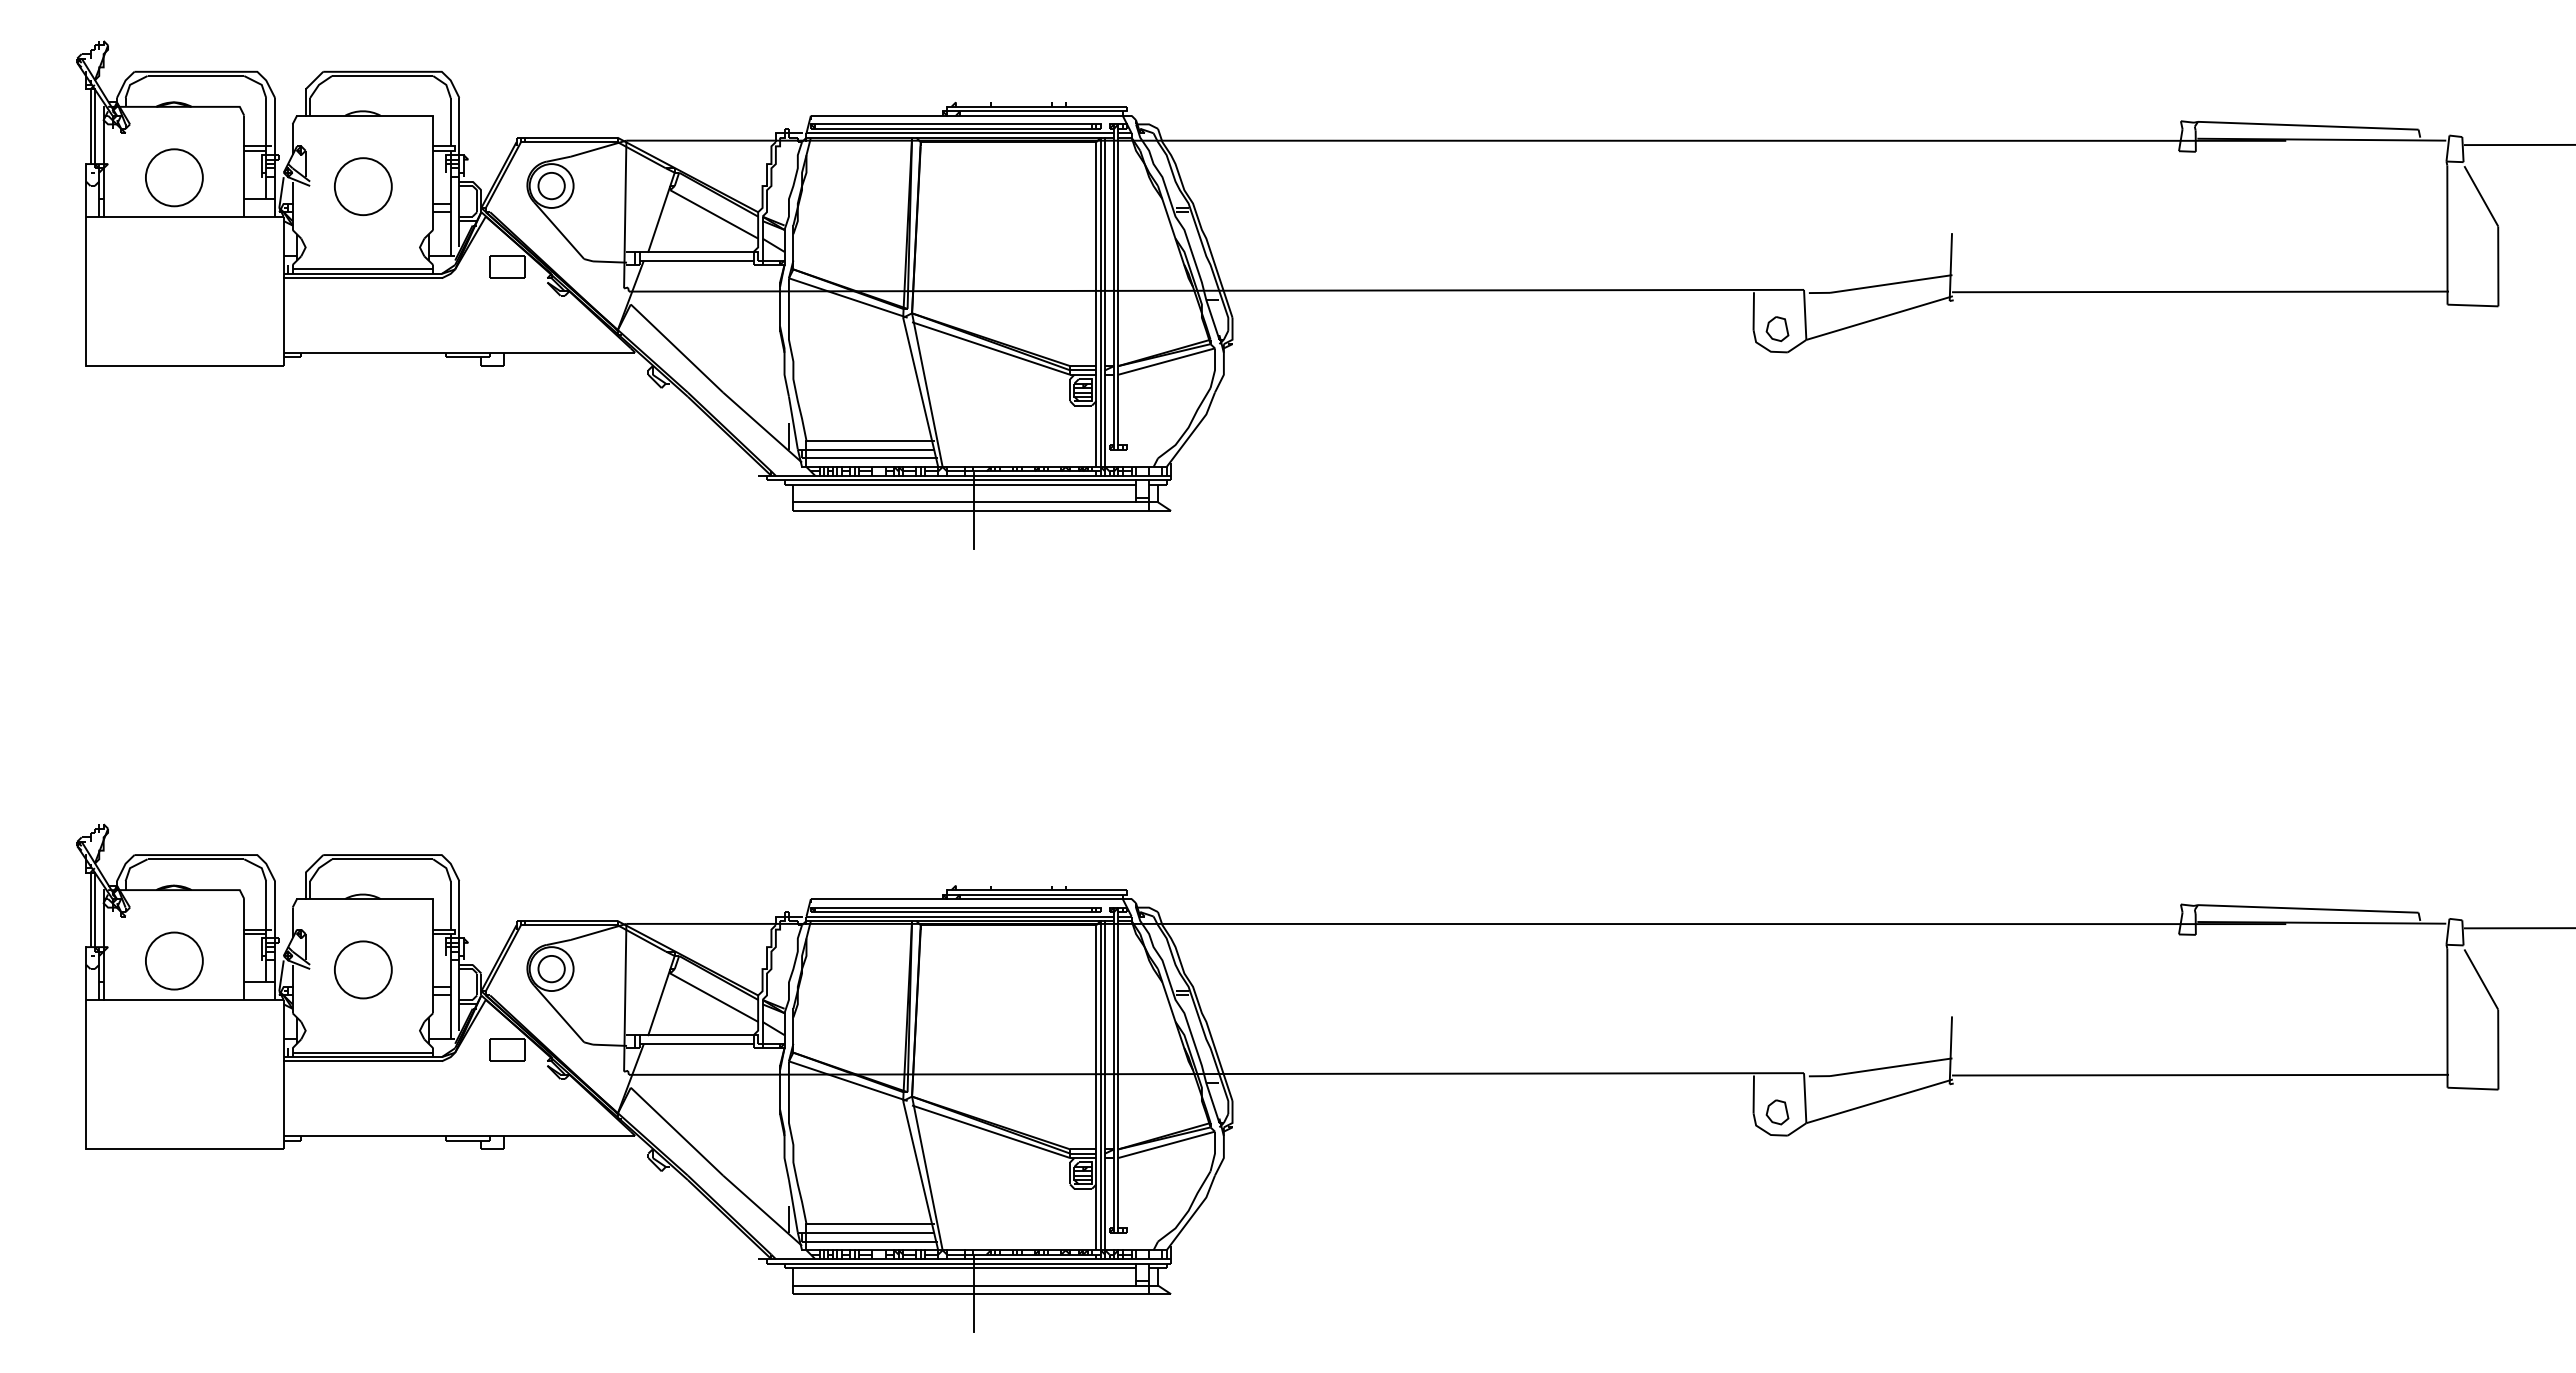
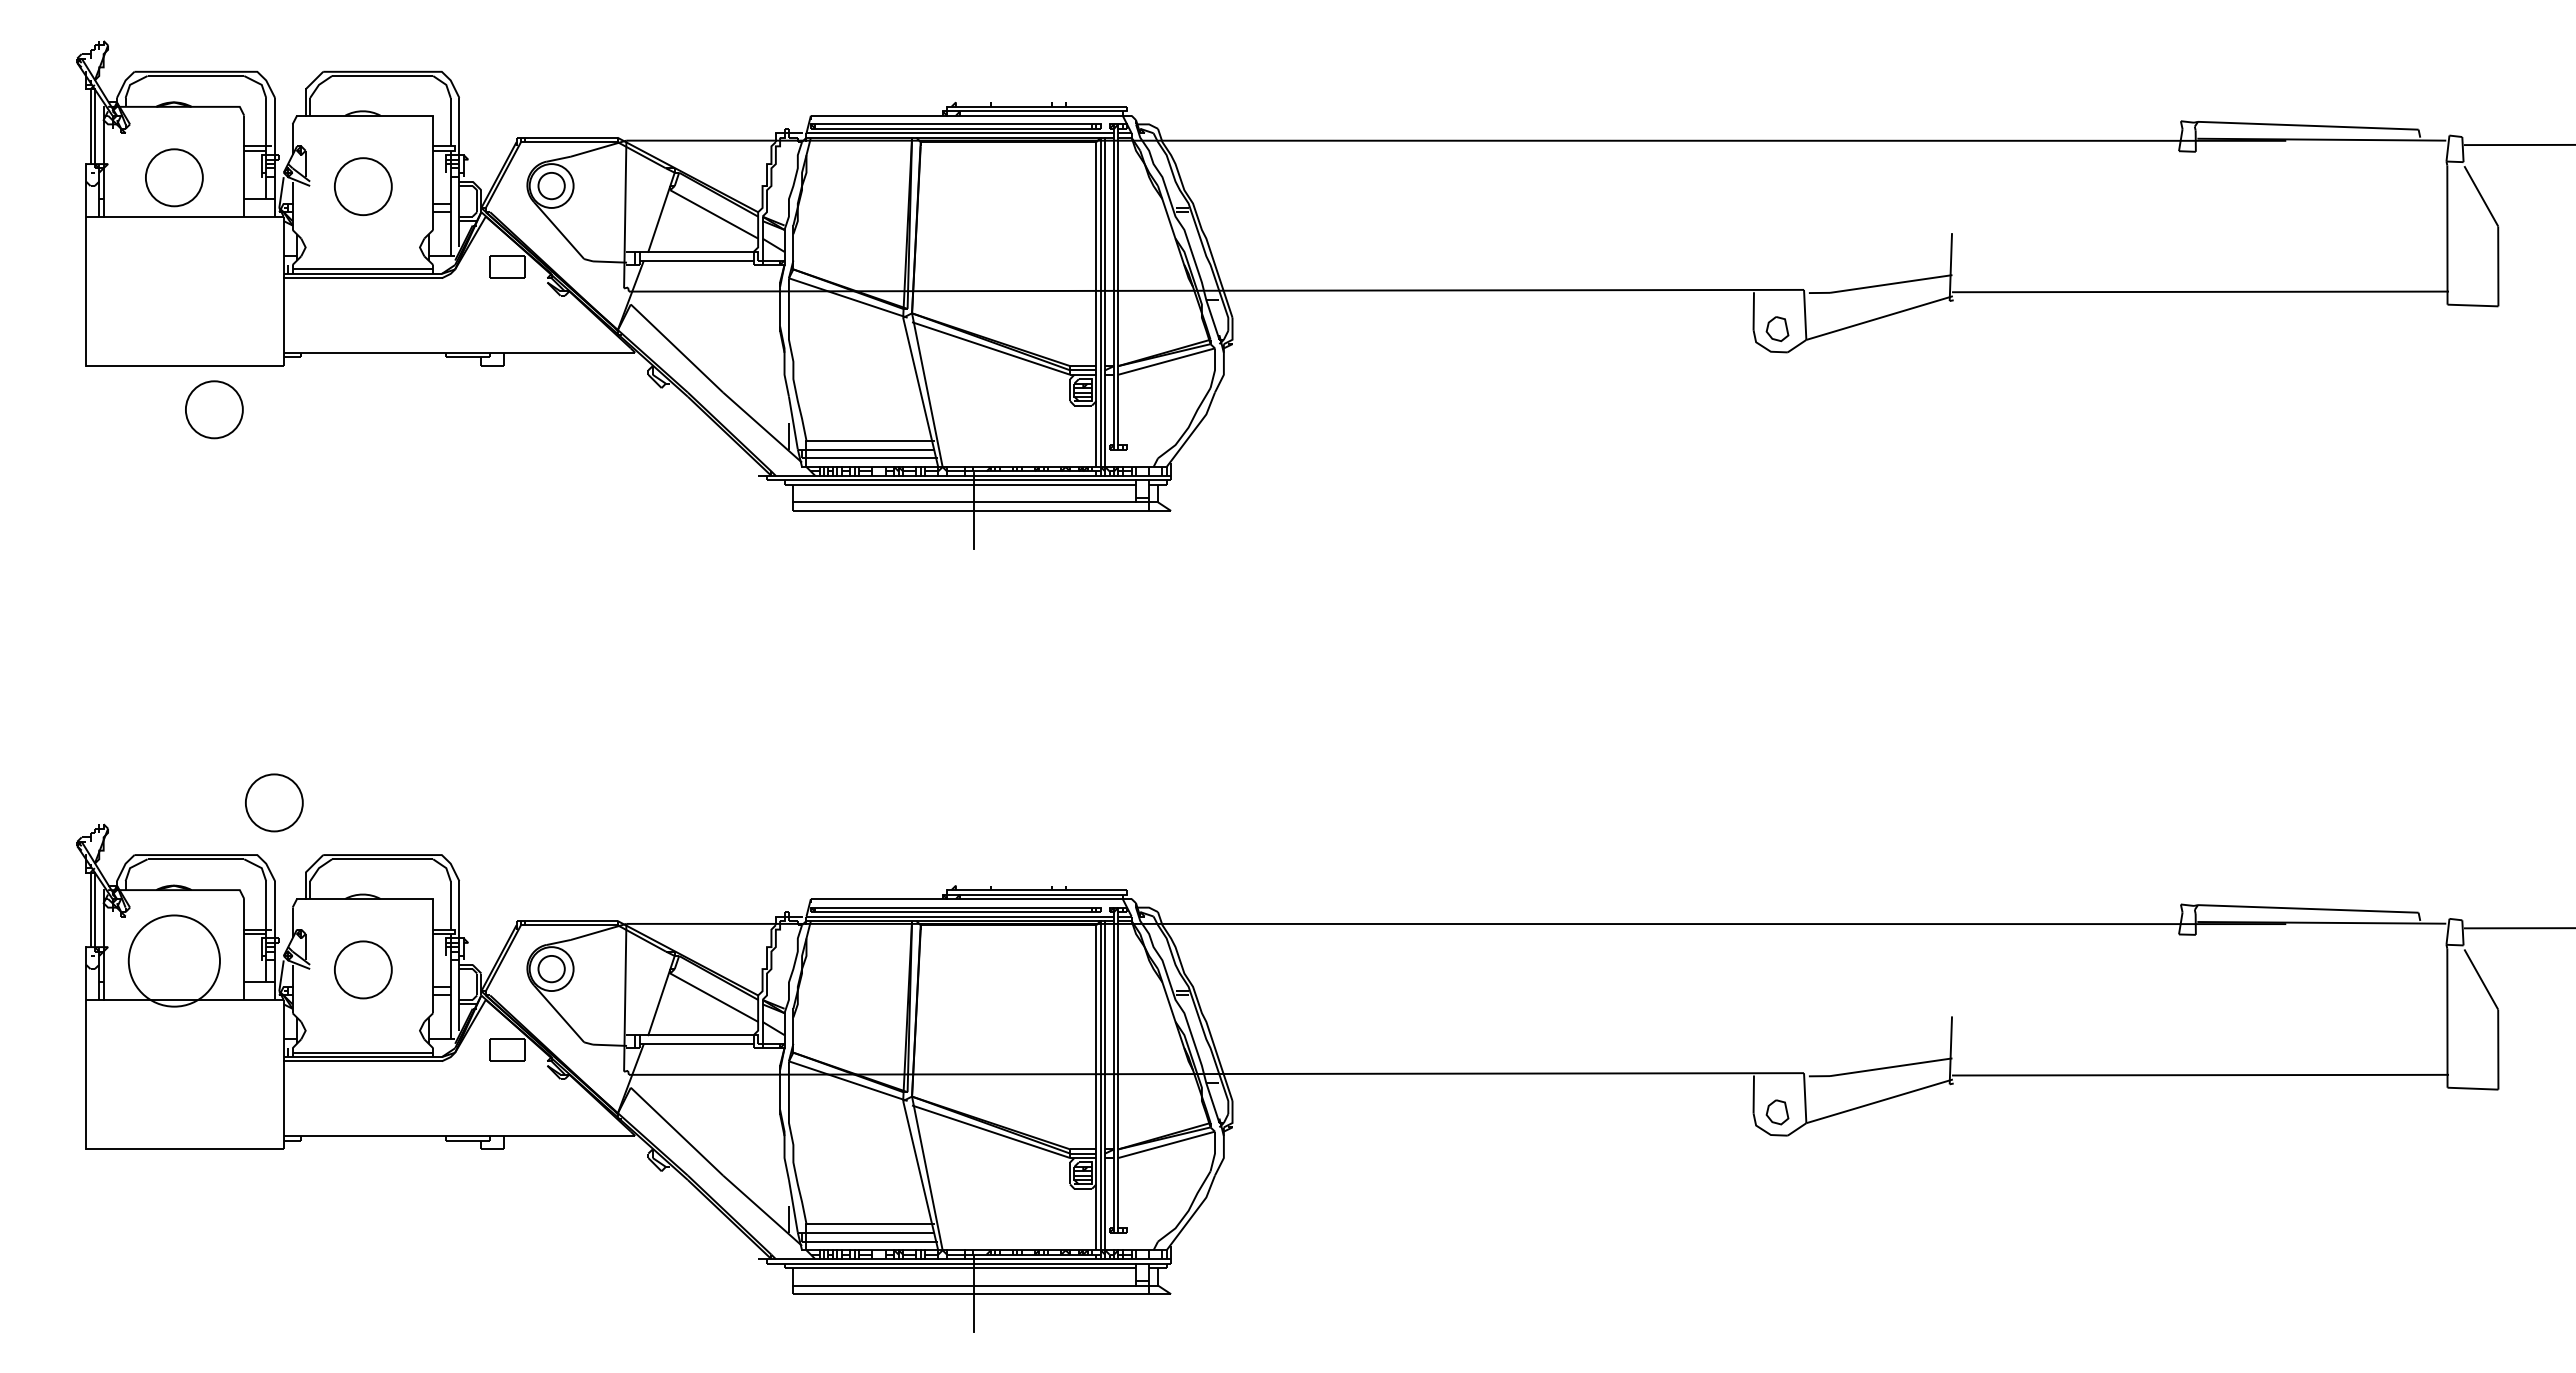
circle at (214, 409): none -> present
circle at (274, 802): none -> present
circle at (173, 960) diameter: 57 px -> 91 px
